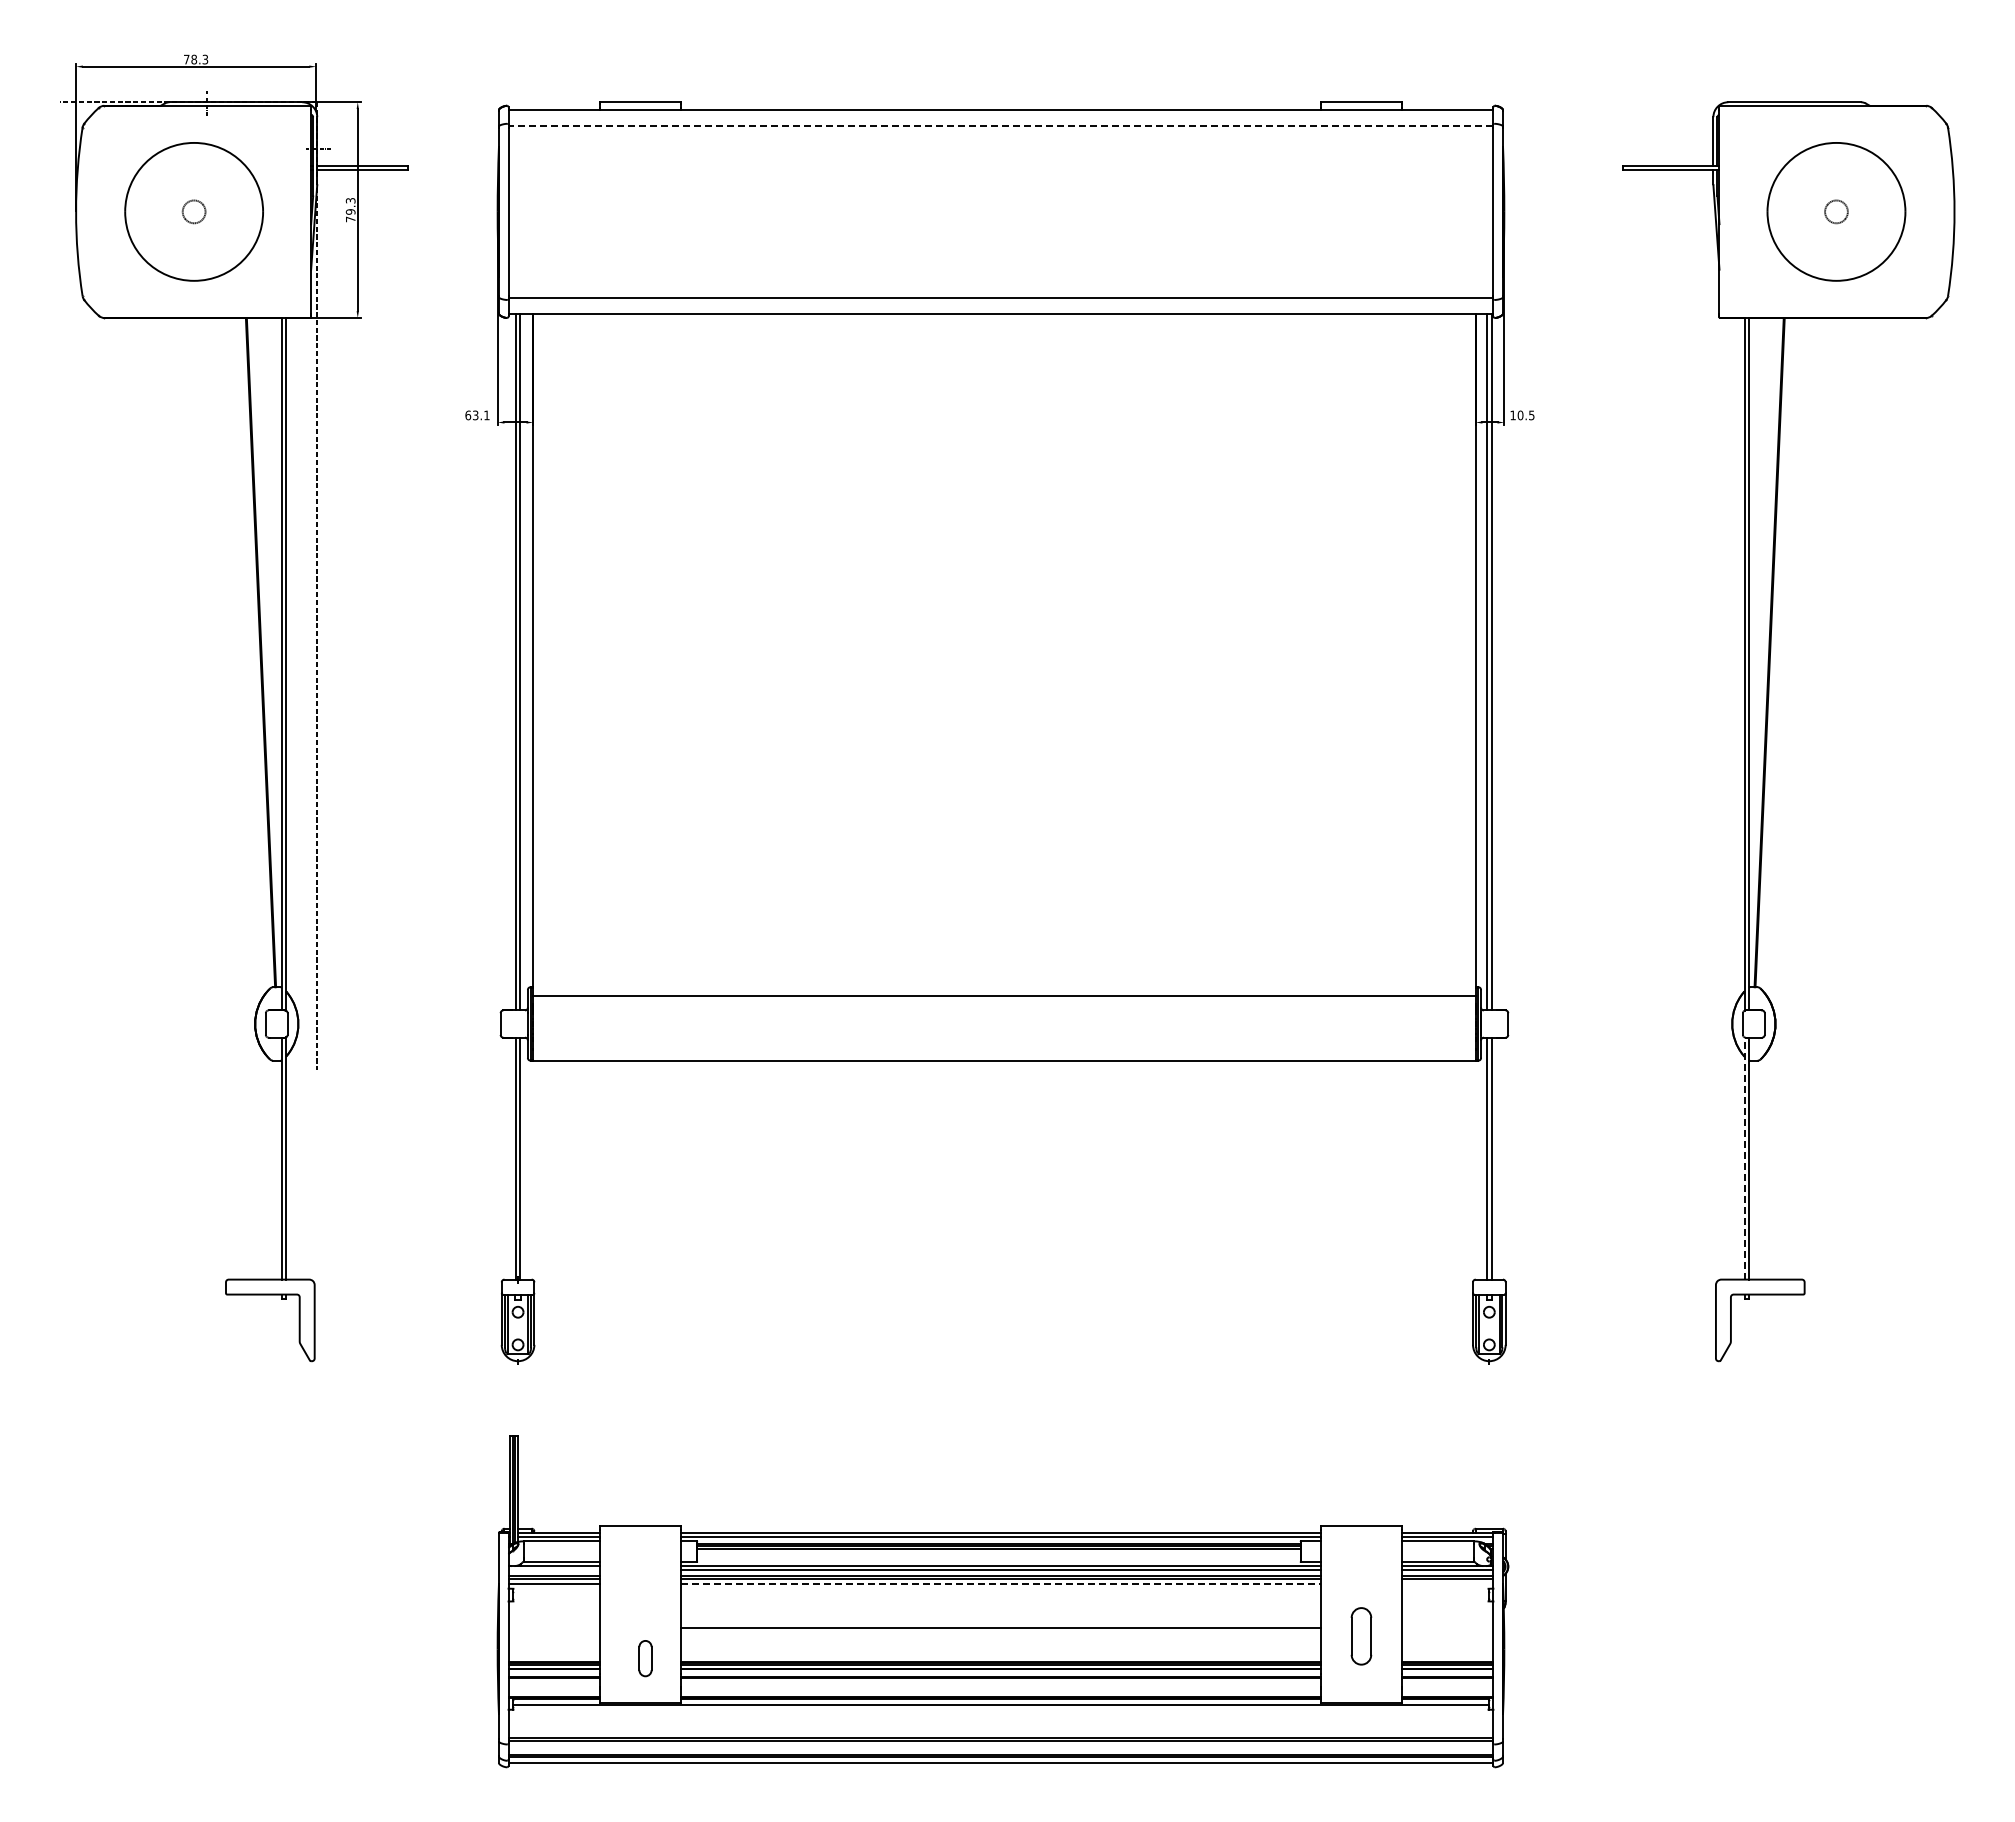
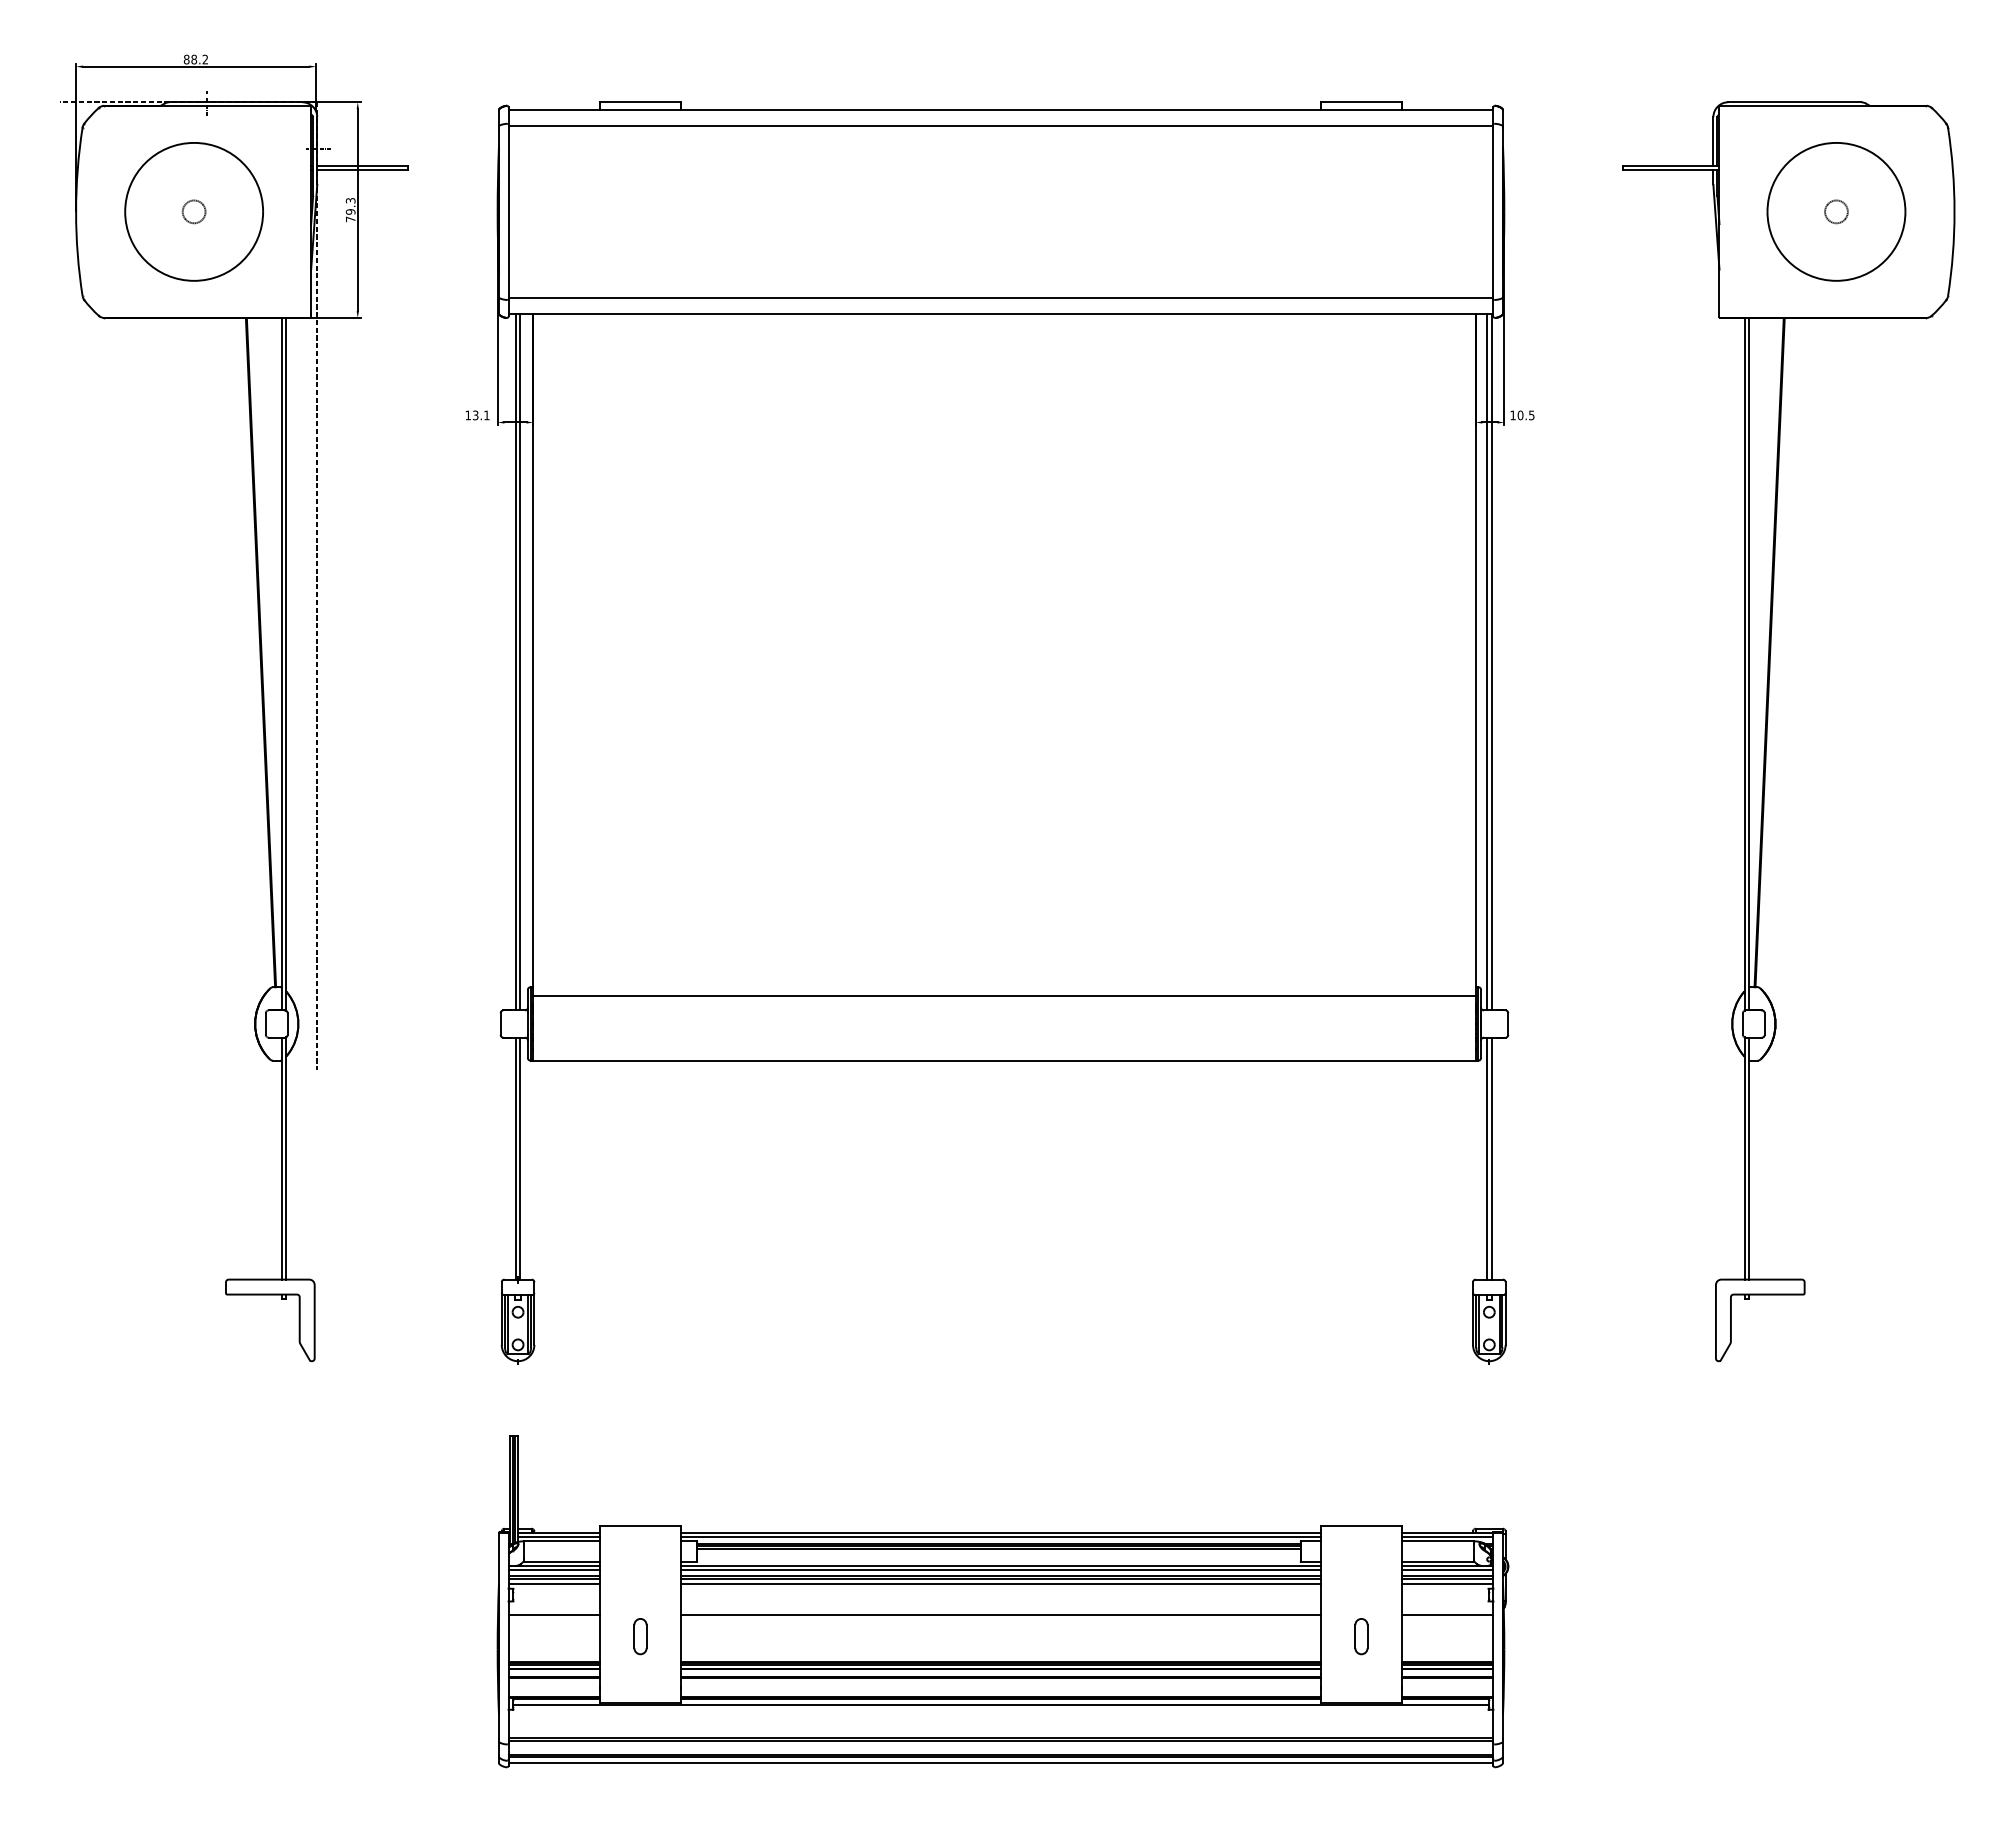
text at (195, 59): 78.3 -> 88.2
line at (1000, 126): dashed -> solid
text at (468, 415): 63.1 -> 13.1
line at (1744, 1157): dashed -> solid
line at (553, 1569): none -> present
line at (1000, 1583): dashed -> solid
line at (1447, 1583): none -> present
line at (553, 1615): none -> present
line at (1447, 1615): none -> present
line at (1000, 1628) position: (1000, 1628) -> (1000, 1615)
part at (1361, 1636) size: 23x59 px -> 15x38 px
part at (645, 1658) position: (645, 1658) -> (640, 1636)
